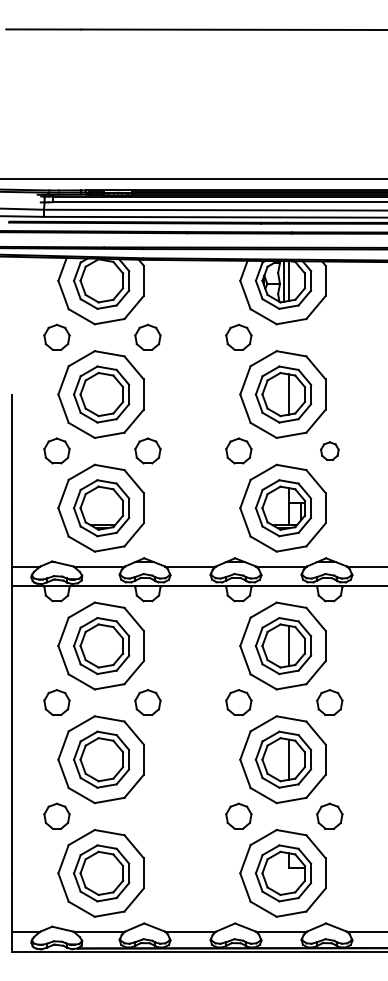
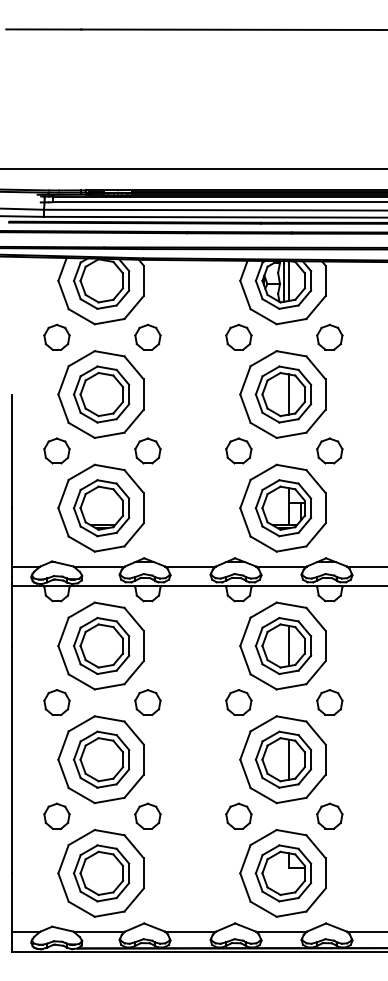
line at (193, 178) position: (193, 178) -> (193, 168)
part at (329, 336): none -> present
part at (329, 450) size: 20x20 px -> 28x28 px
part at (147, 815): none -> present
